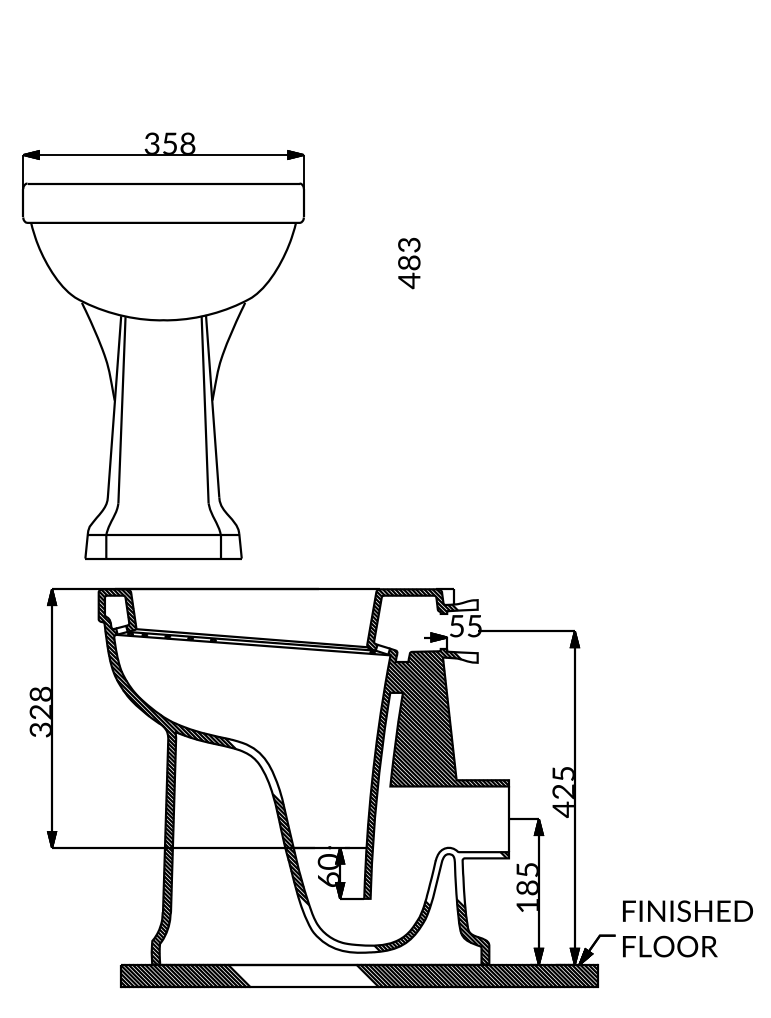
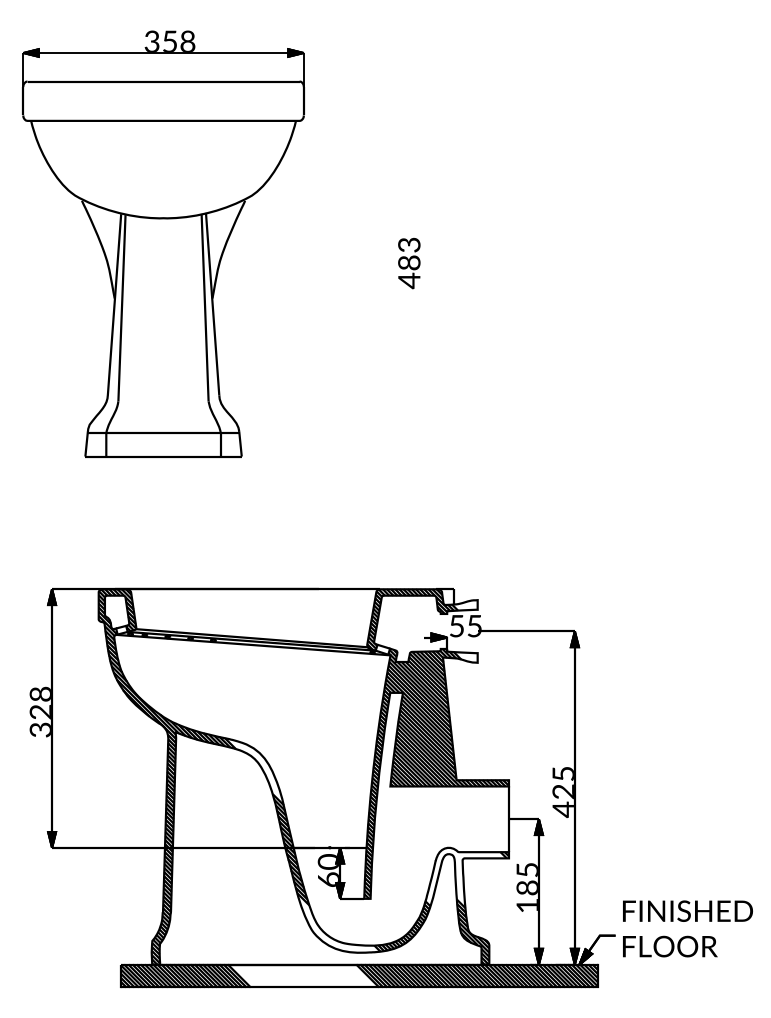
part at (163, 345) position: (163, 345) -> (163, 243)
